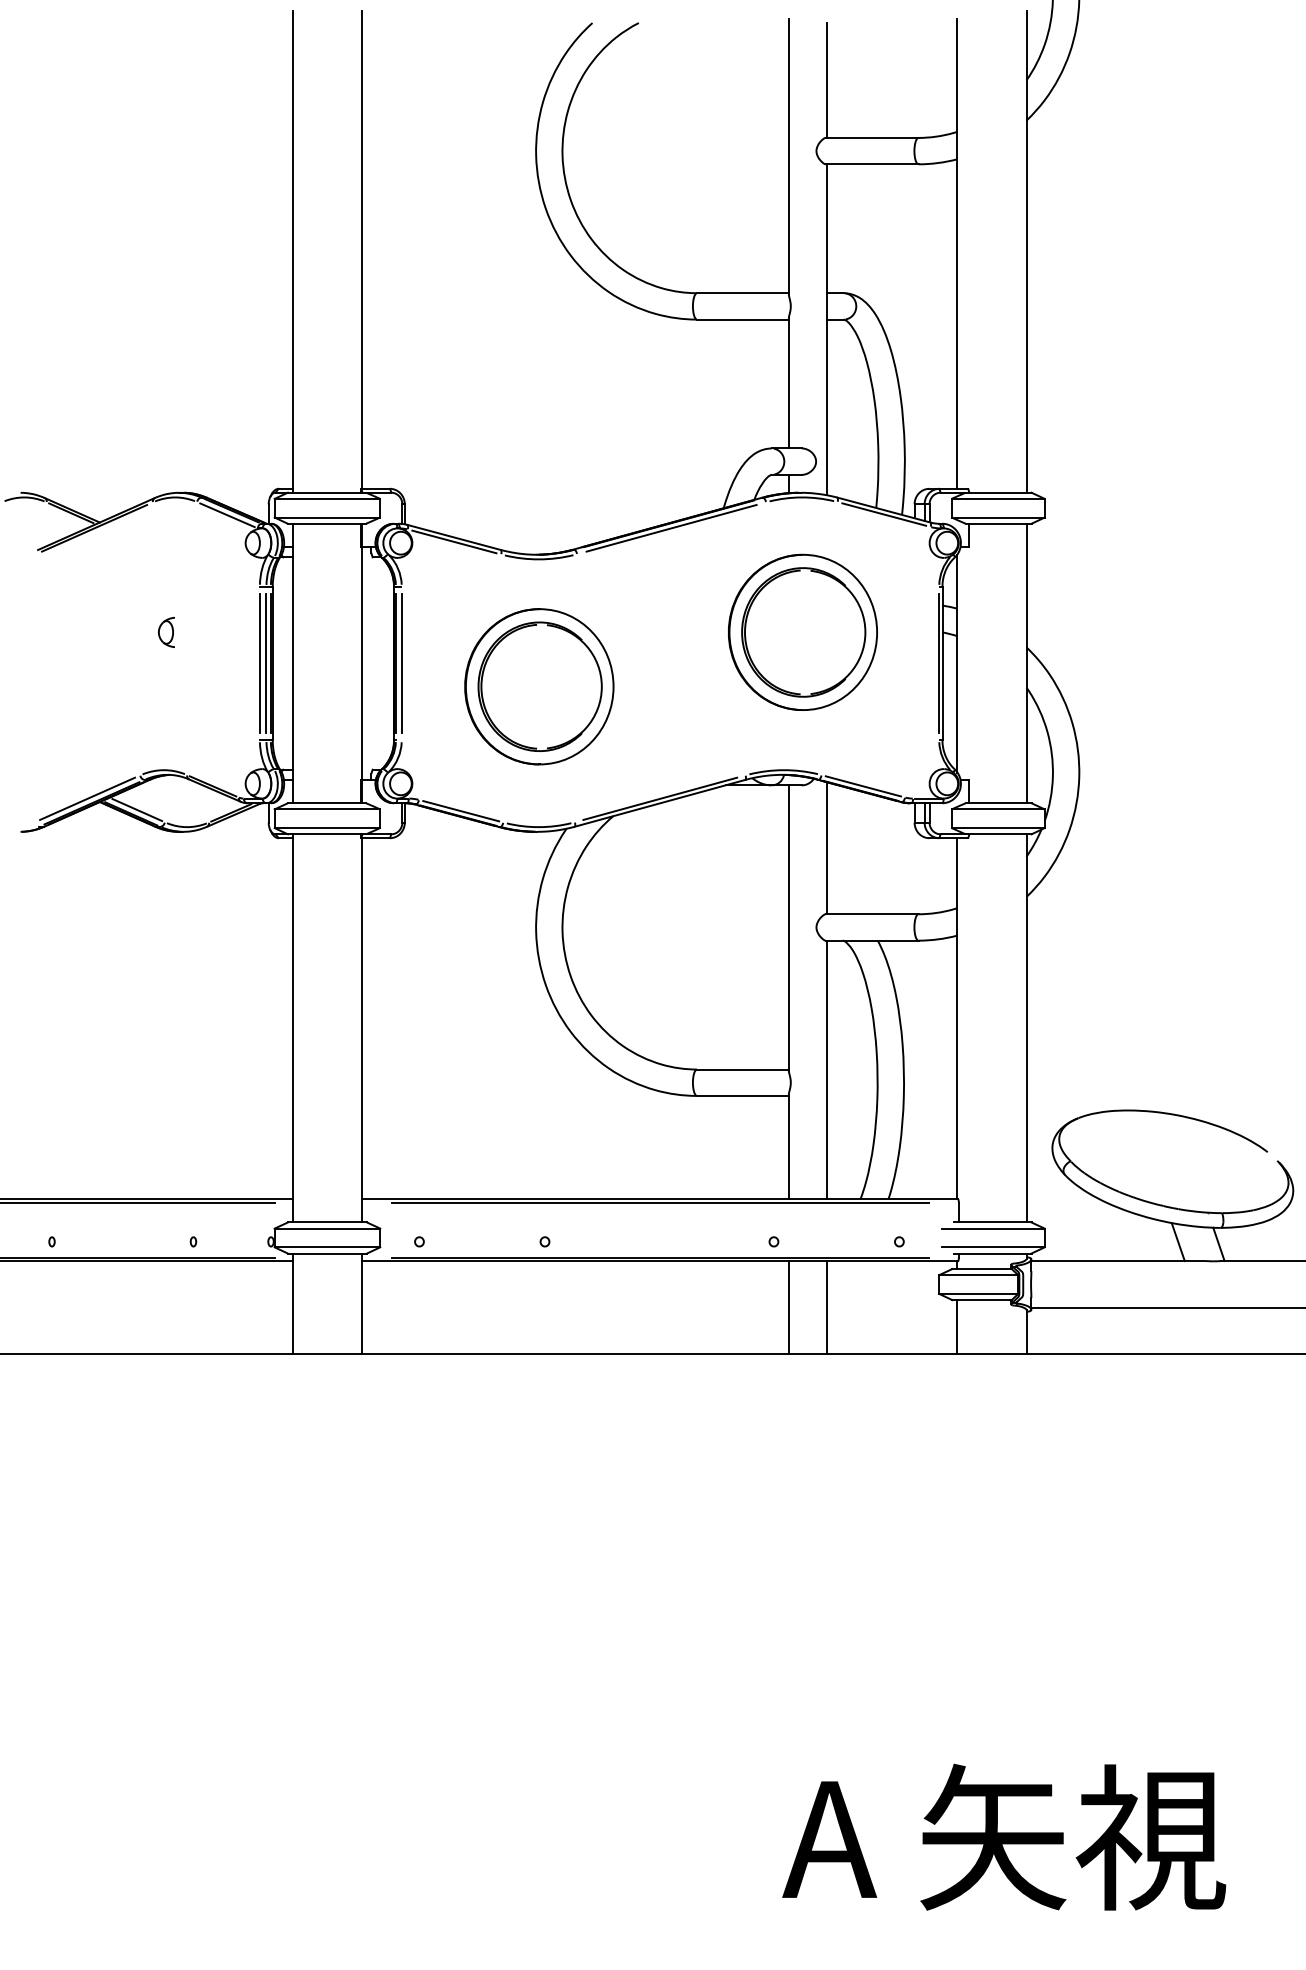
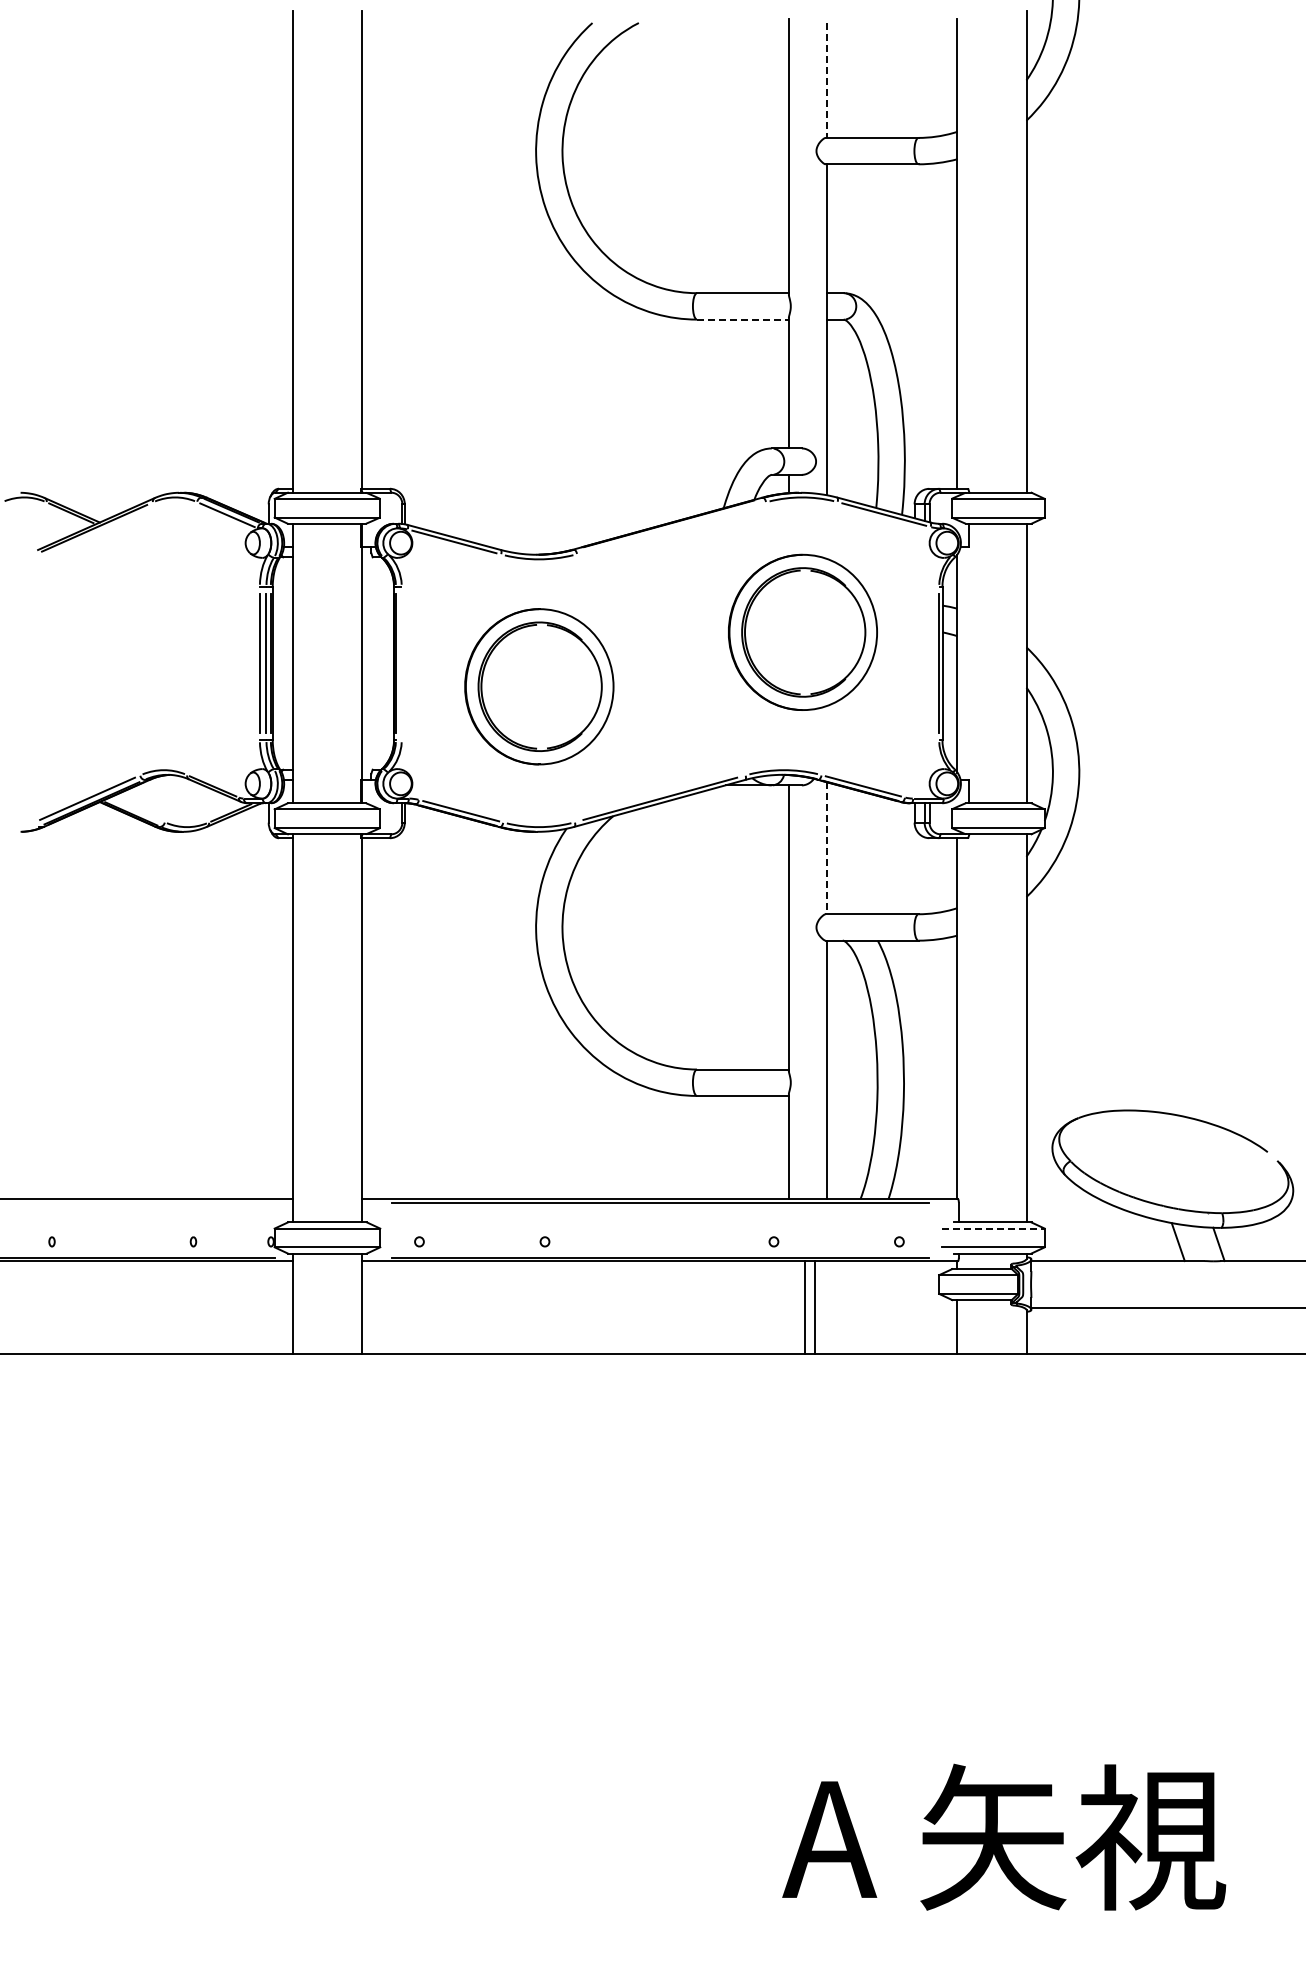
line at (826, 80): solid -> dashed
line at (742, 319): solid -> dashed
line at (671, 527): present -> none
part at (166, 631): present -> none
line at (401, 663): present -> none
line at (137, 809): present -> none
line at (826, 848): solid -> dashed
line at (138, 1202): present -> none
line at (993, 1228): solid -> dashed
line at (788, 1307) position: (788, 1307) -> (814, 1307)
line at (826, 1307) position: (826, 1307) -> (804, 1307)
